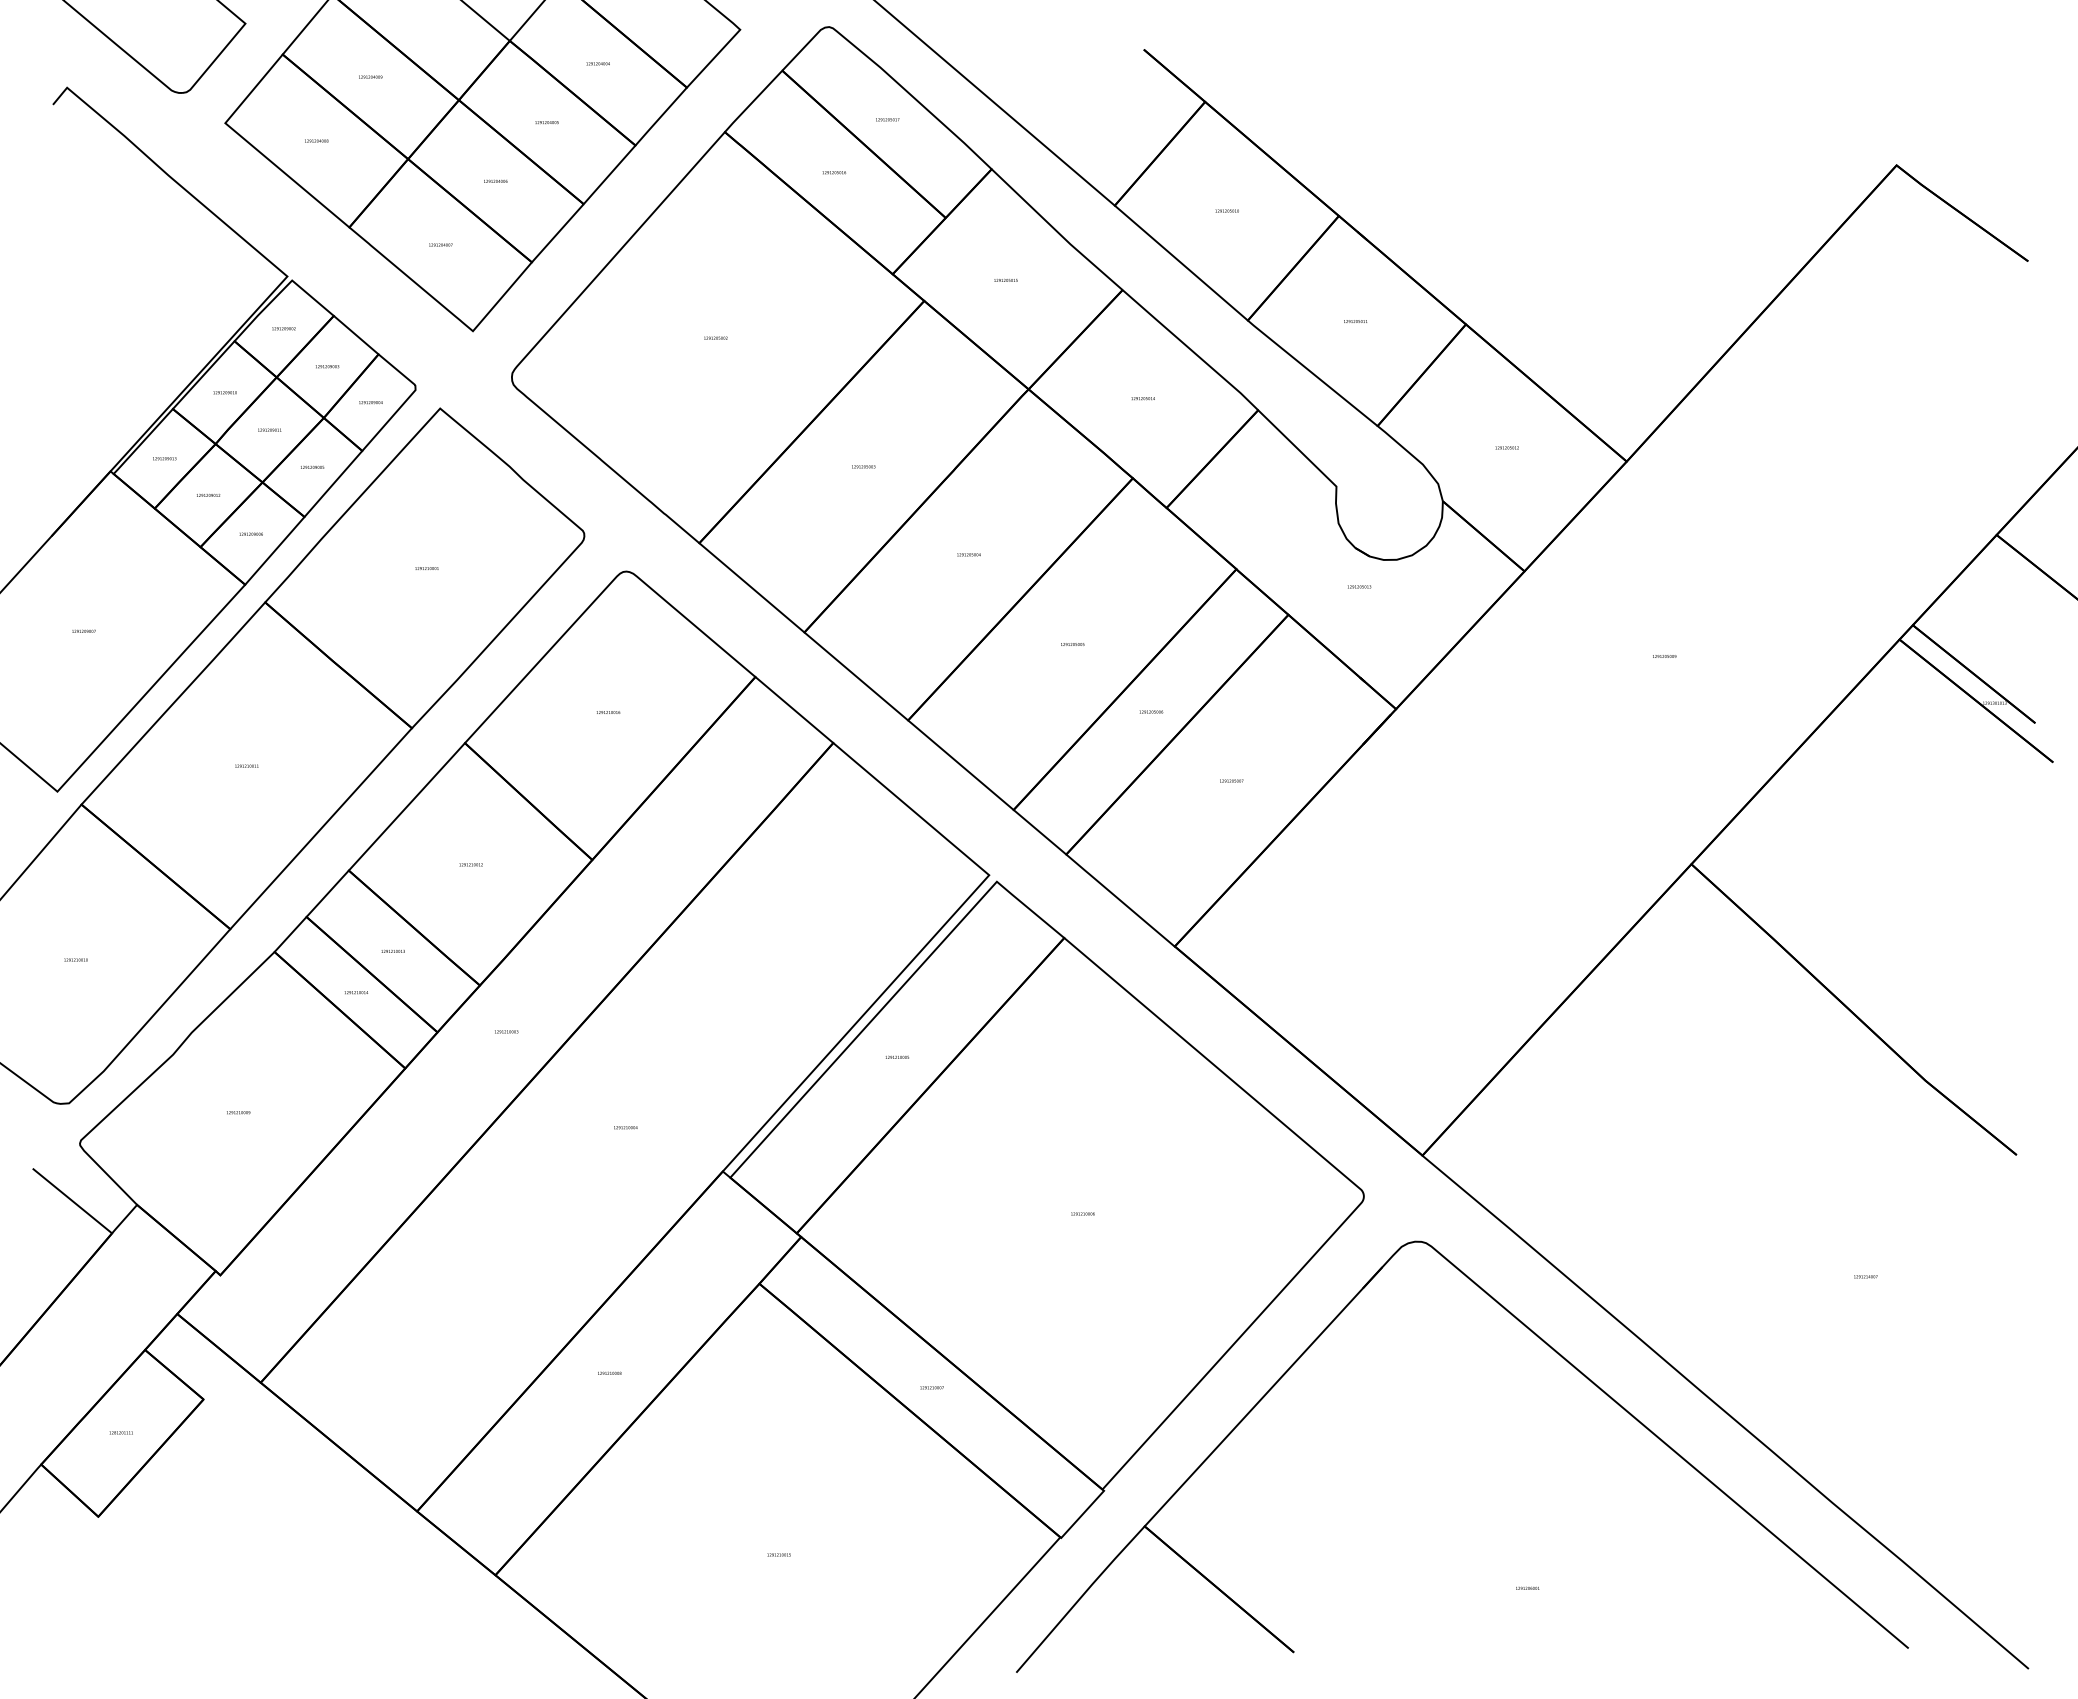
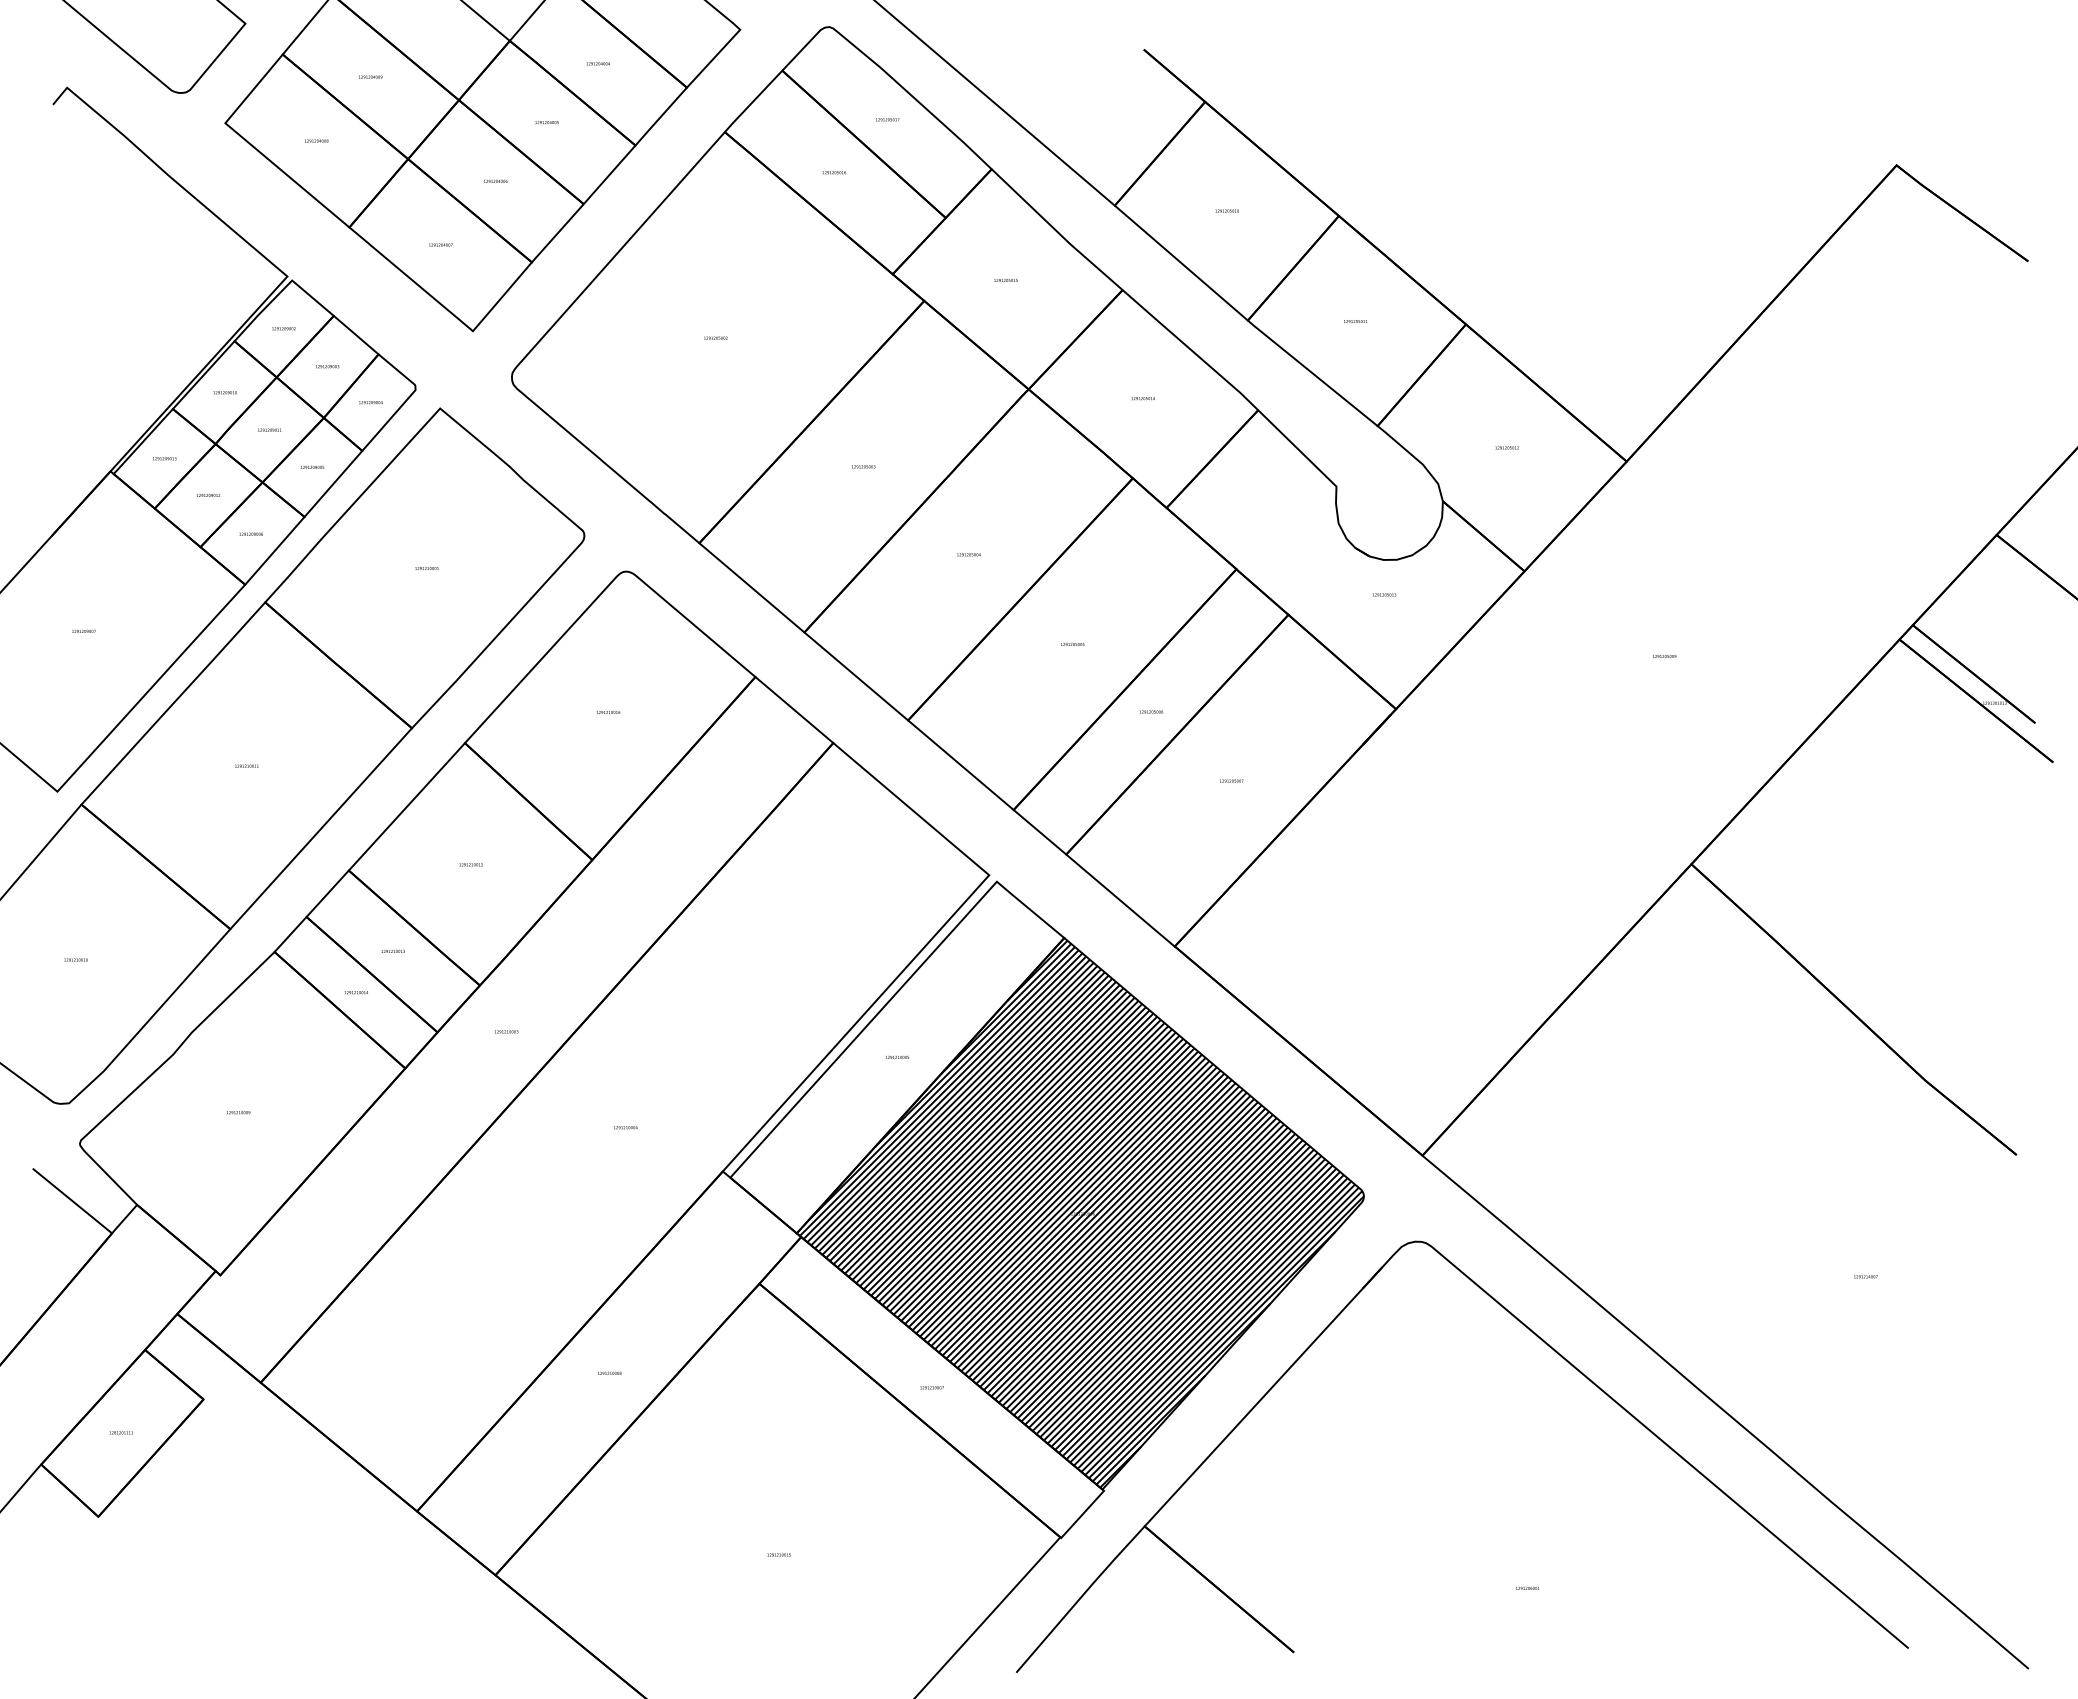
text at (1359, 586) position: (1359, 586) -> (1384, 594)
hatch at (1081, 1213): none -> present
